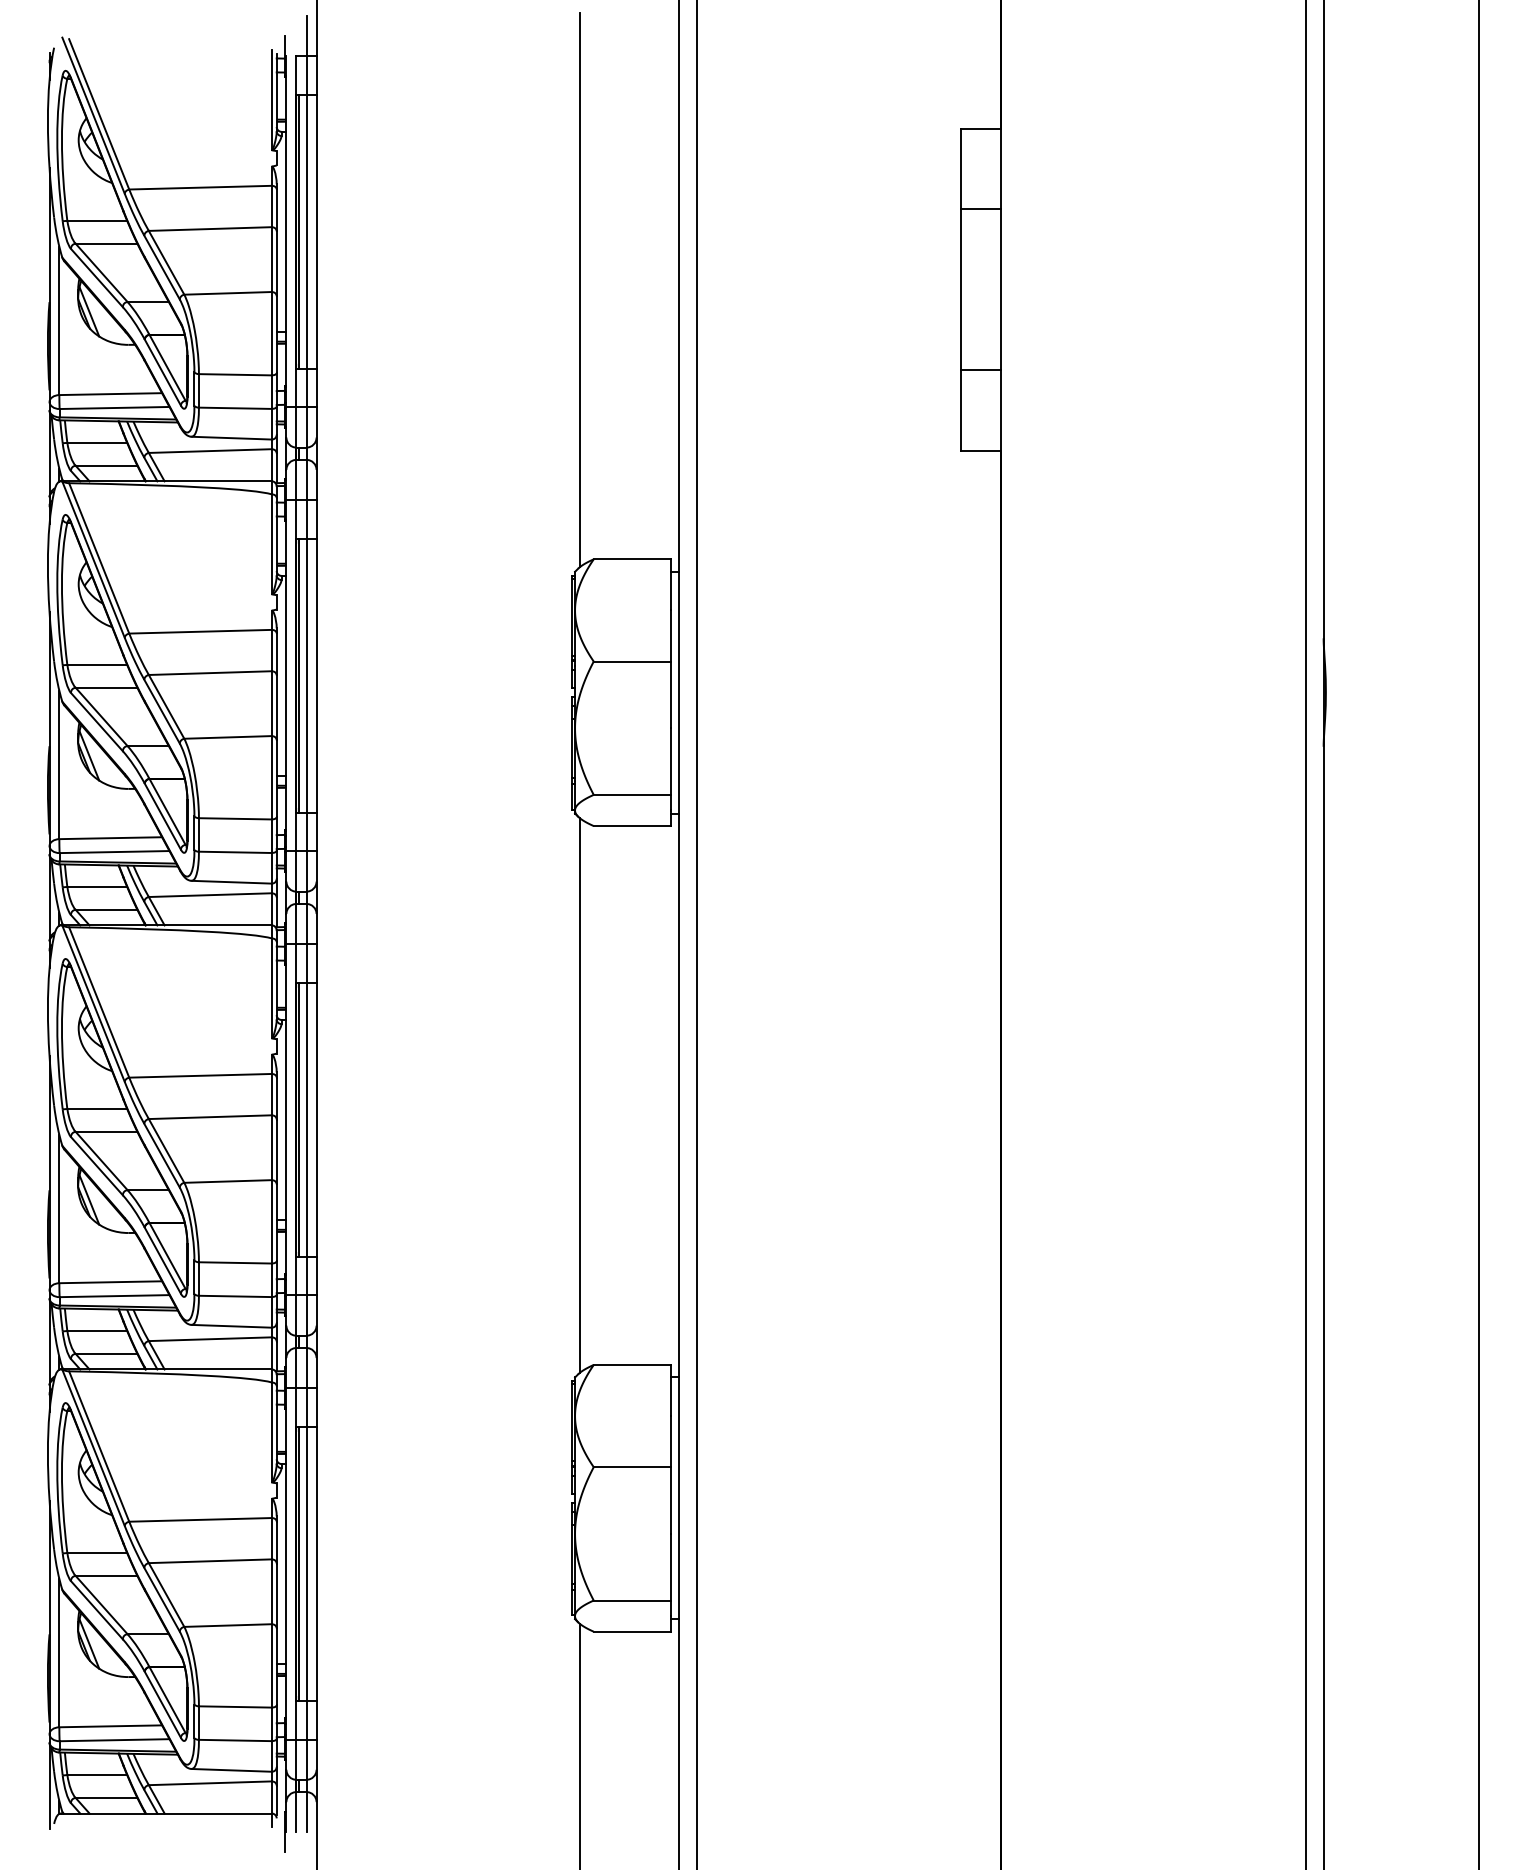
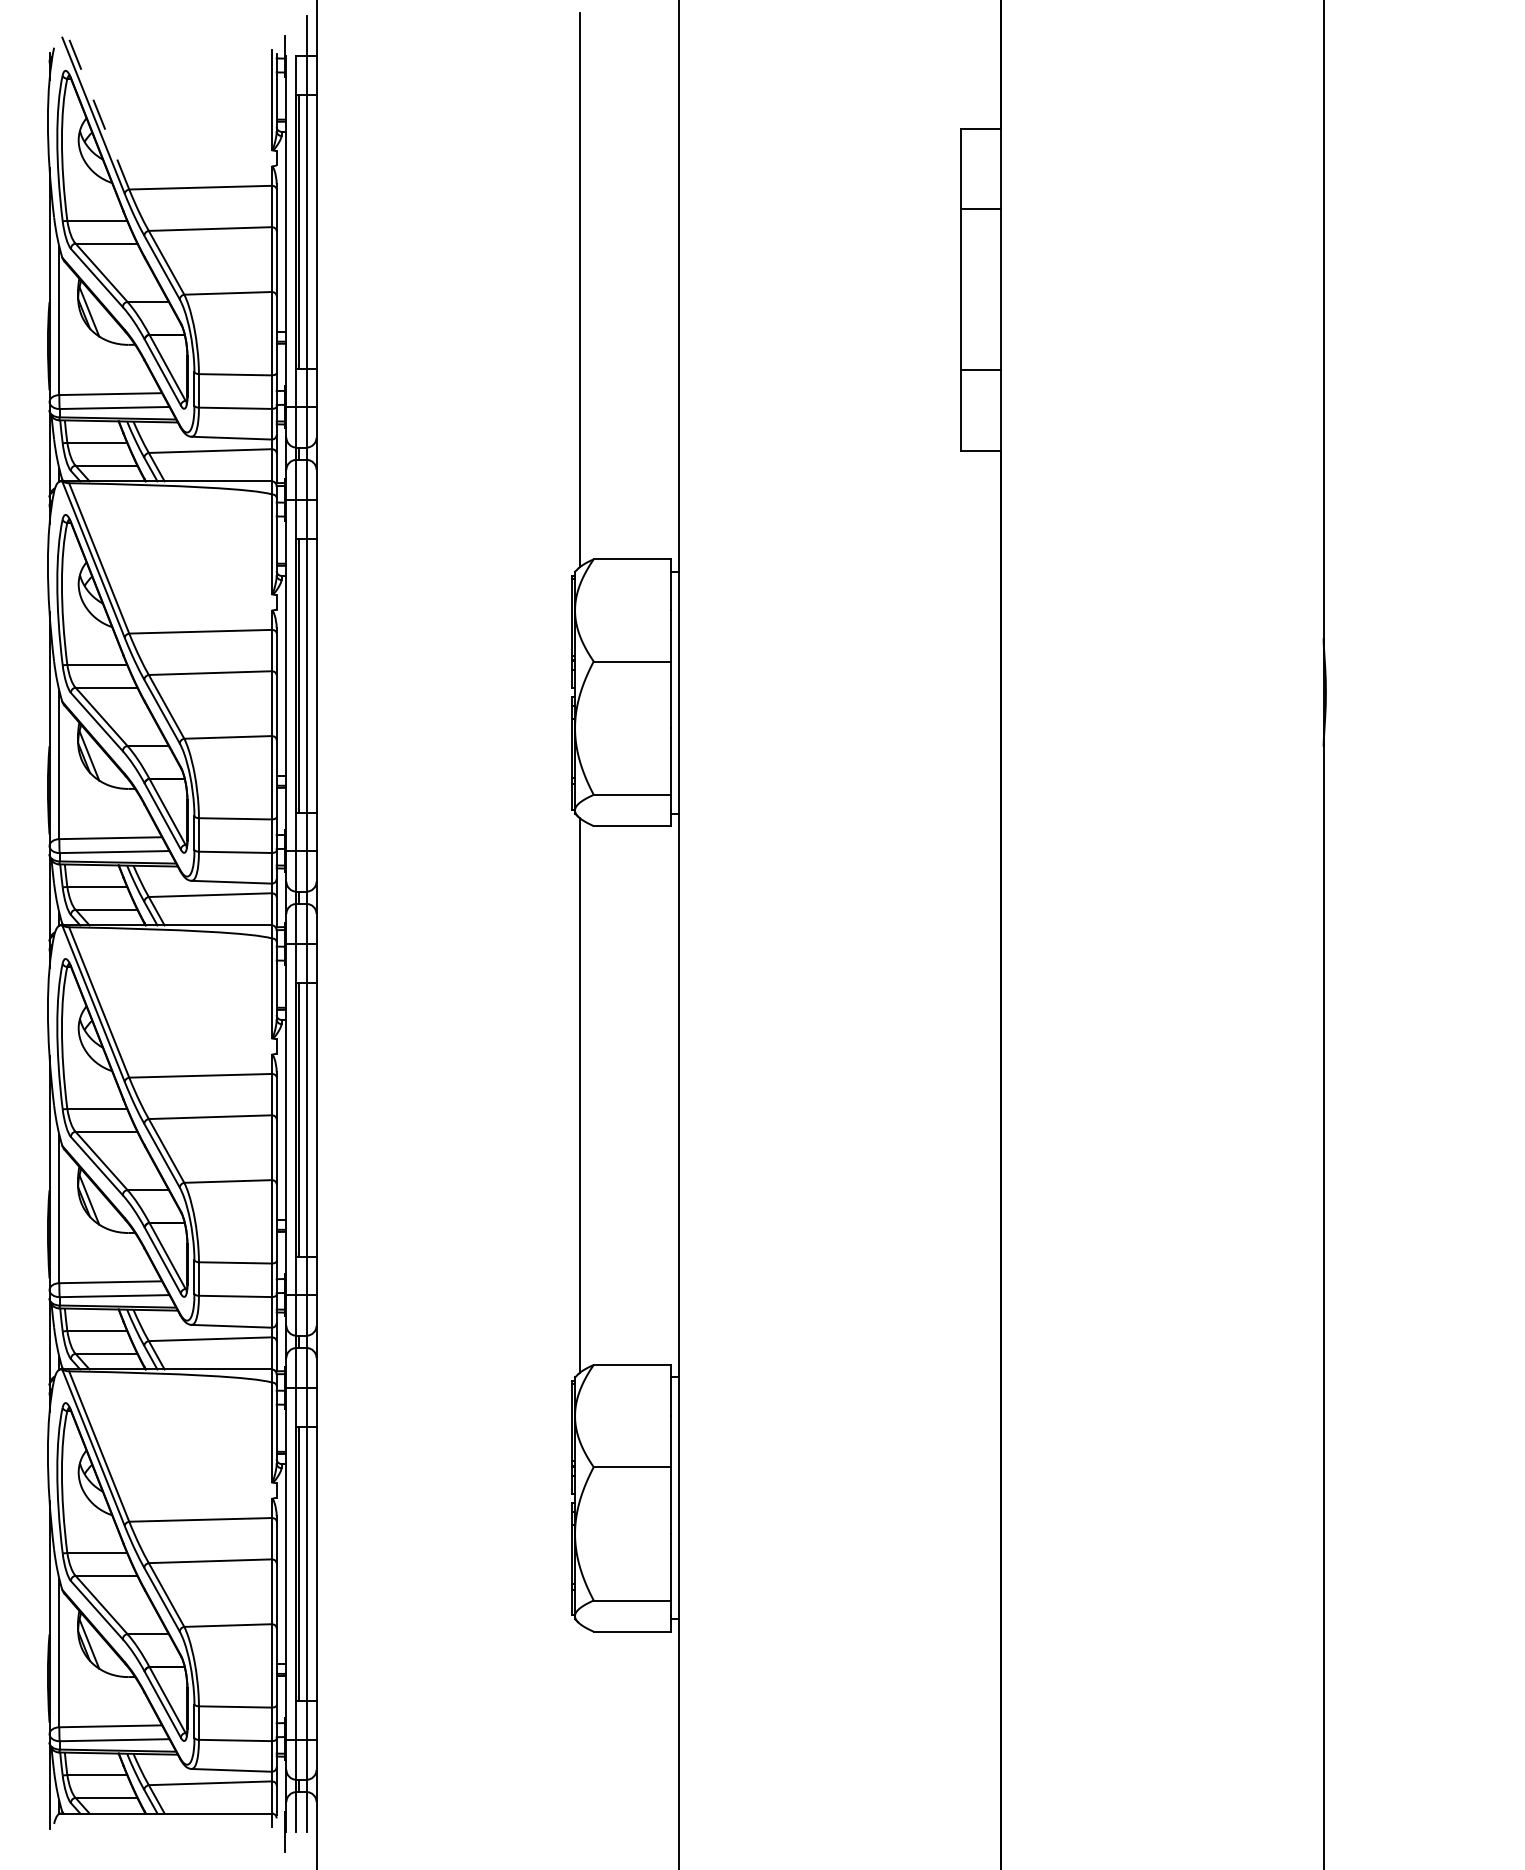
line at (99, 114): solid -> dashed
line at (696, 934): present -> none
line at (1306, 934): present -> none
line at (1479, 934): present -> none
line at (580, 1745): present -> none
